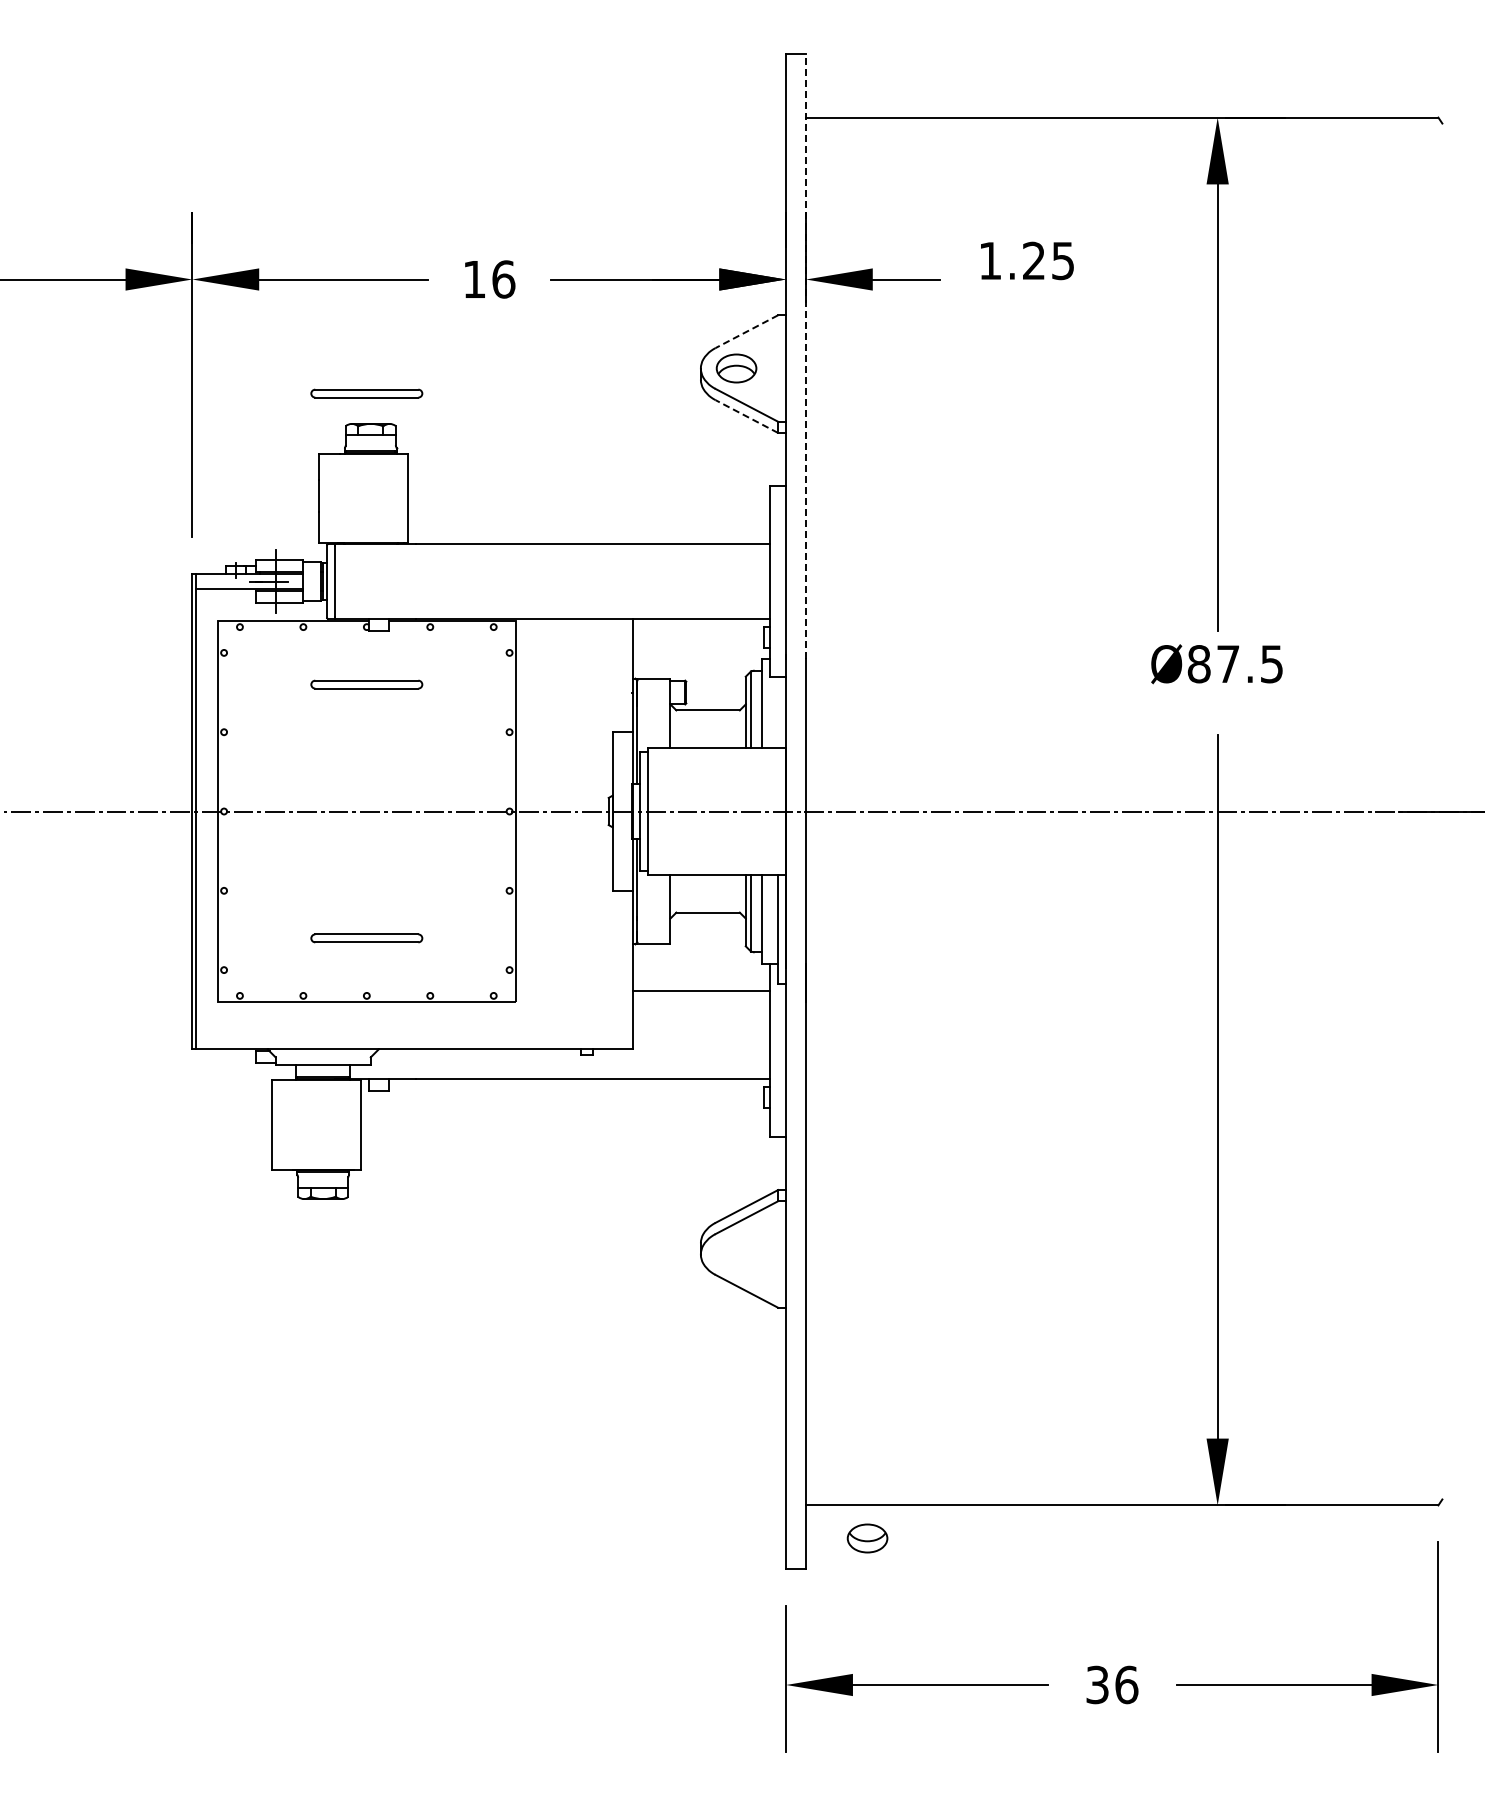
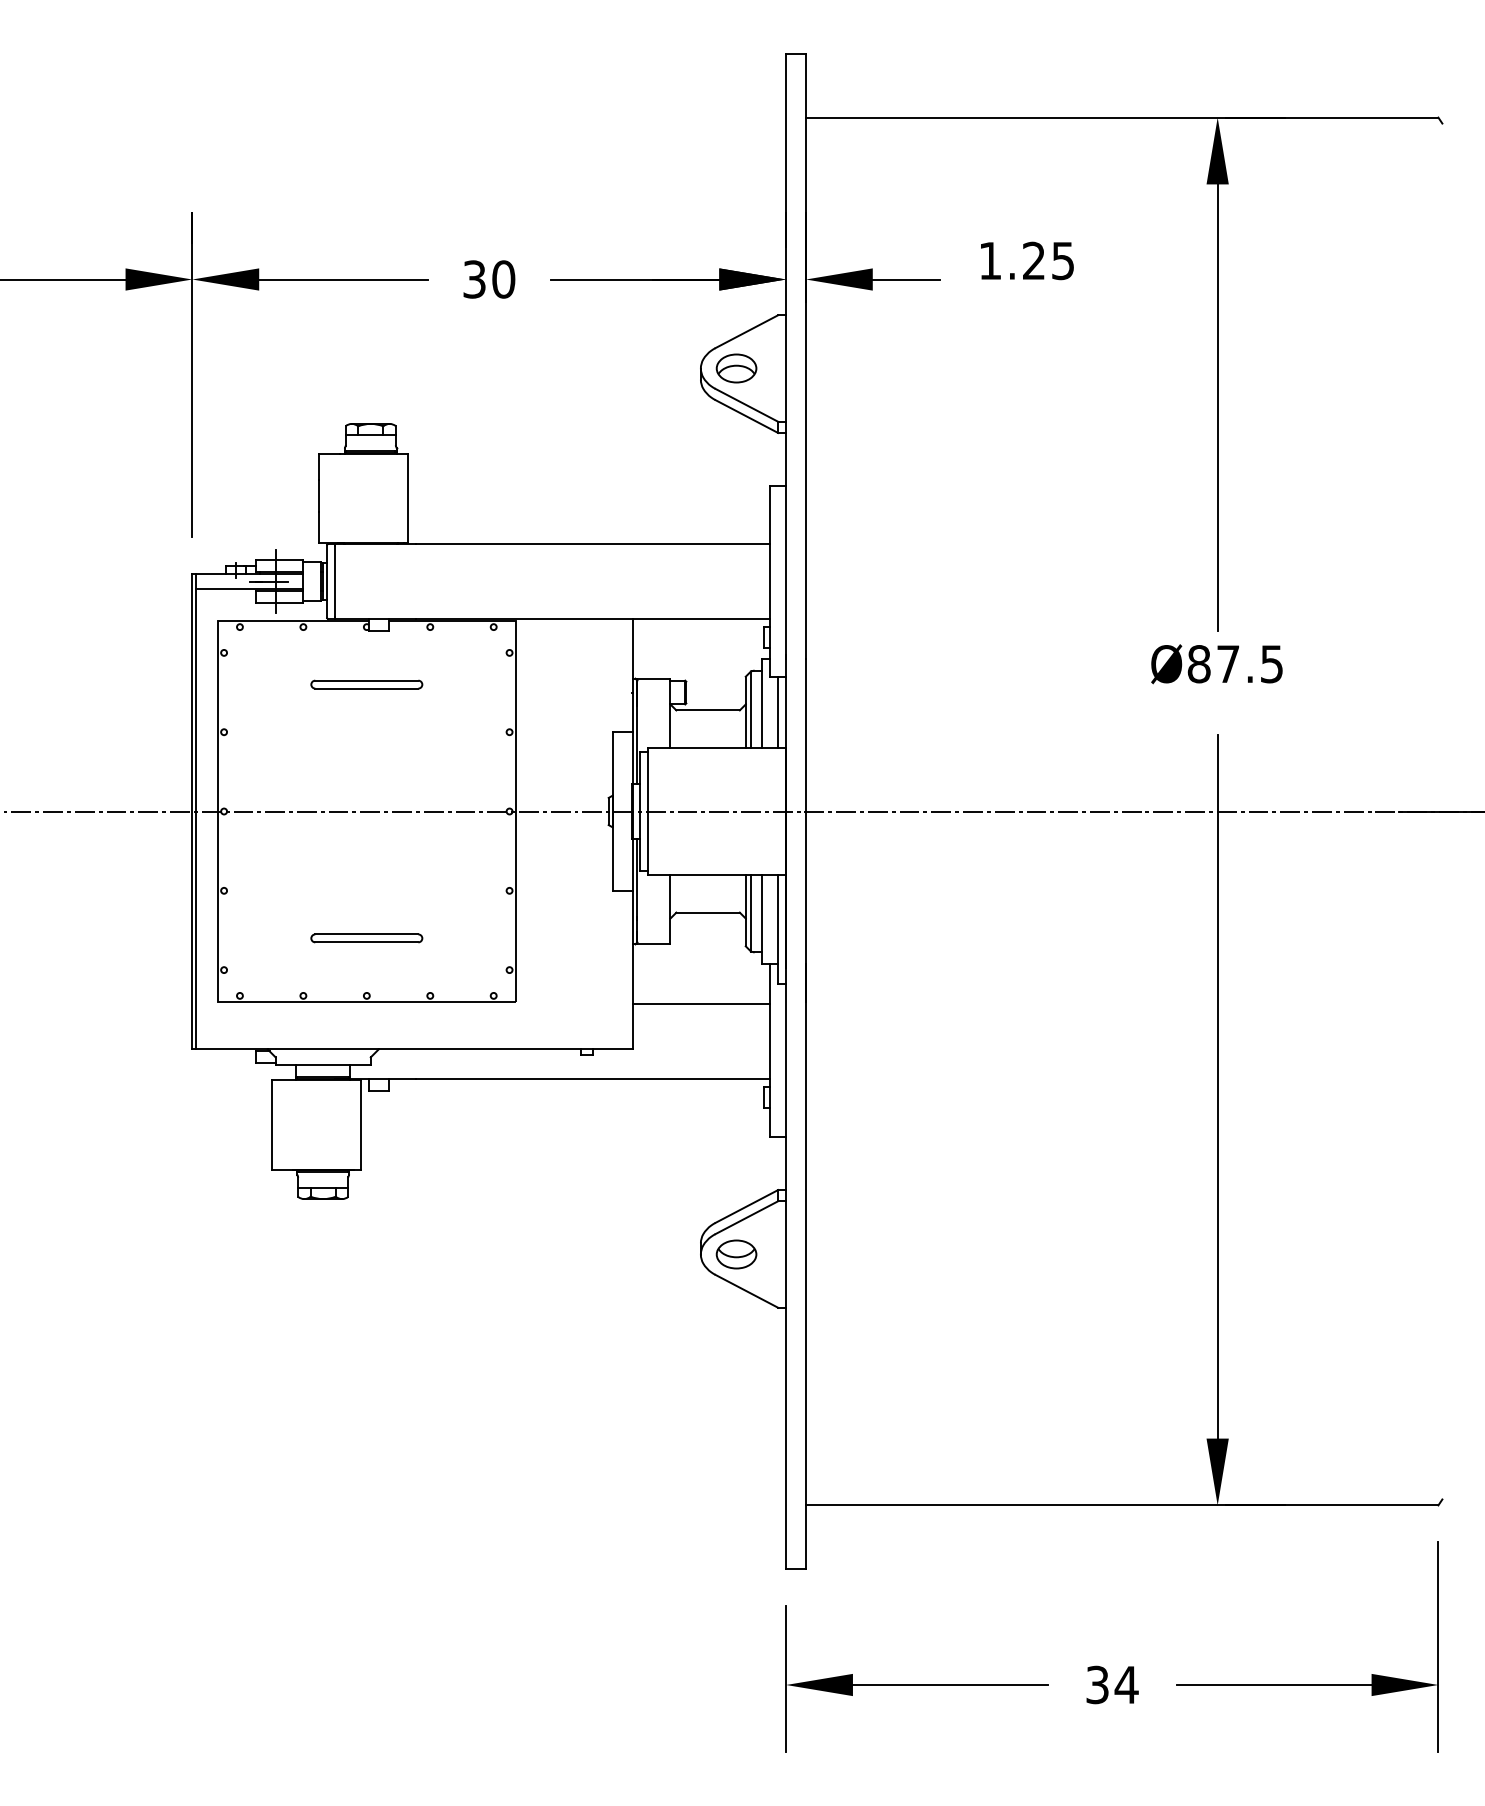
text at (489, 279): 16 -> 30
line at (746, 331): dashed -> solid
line at (805, 356): dashed -> solid
part at (366, 393): present -> none
line at (746, 416): dashed -> solid
line at (778, 712): none -> present
line at (701, 990) position: (701, 990) -> (701, 1003)
part at (867, 1538) position: (867, 1538) -> (736, 1254)
text at (1126, 1684): 36 -> 34
